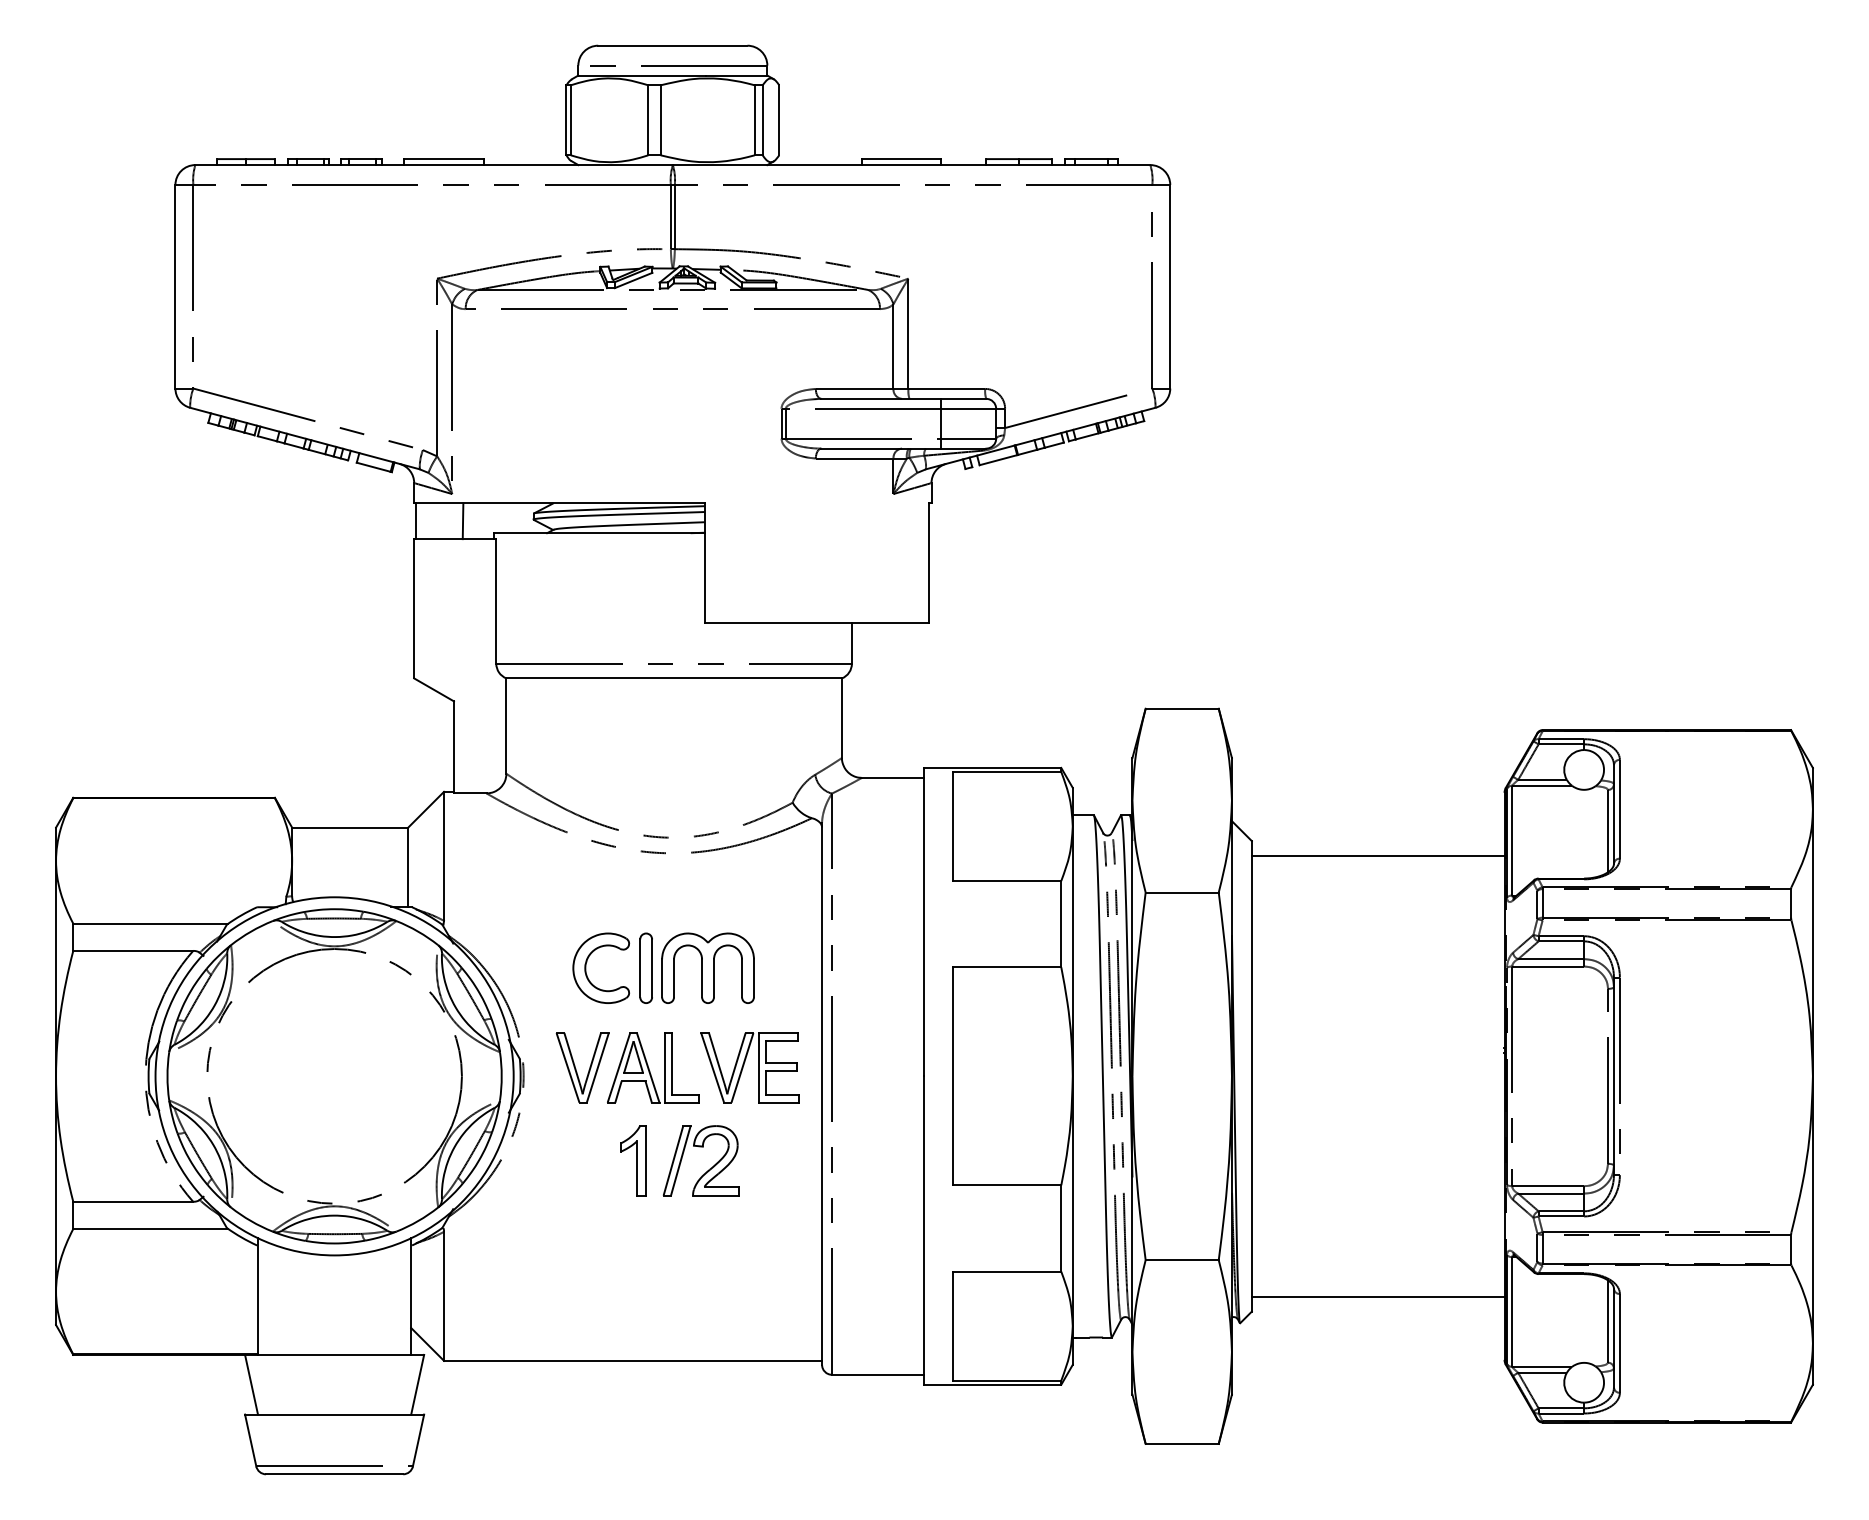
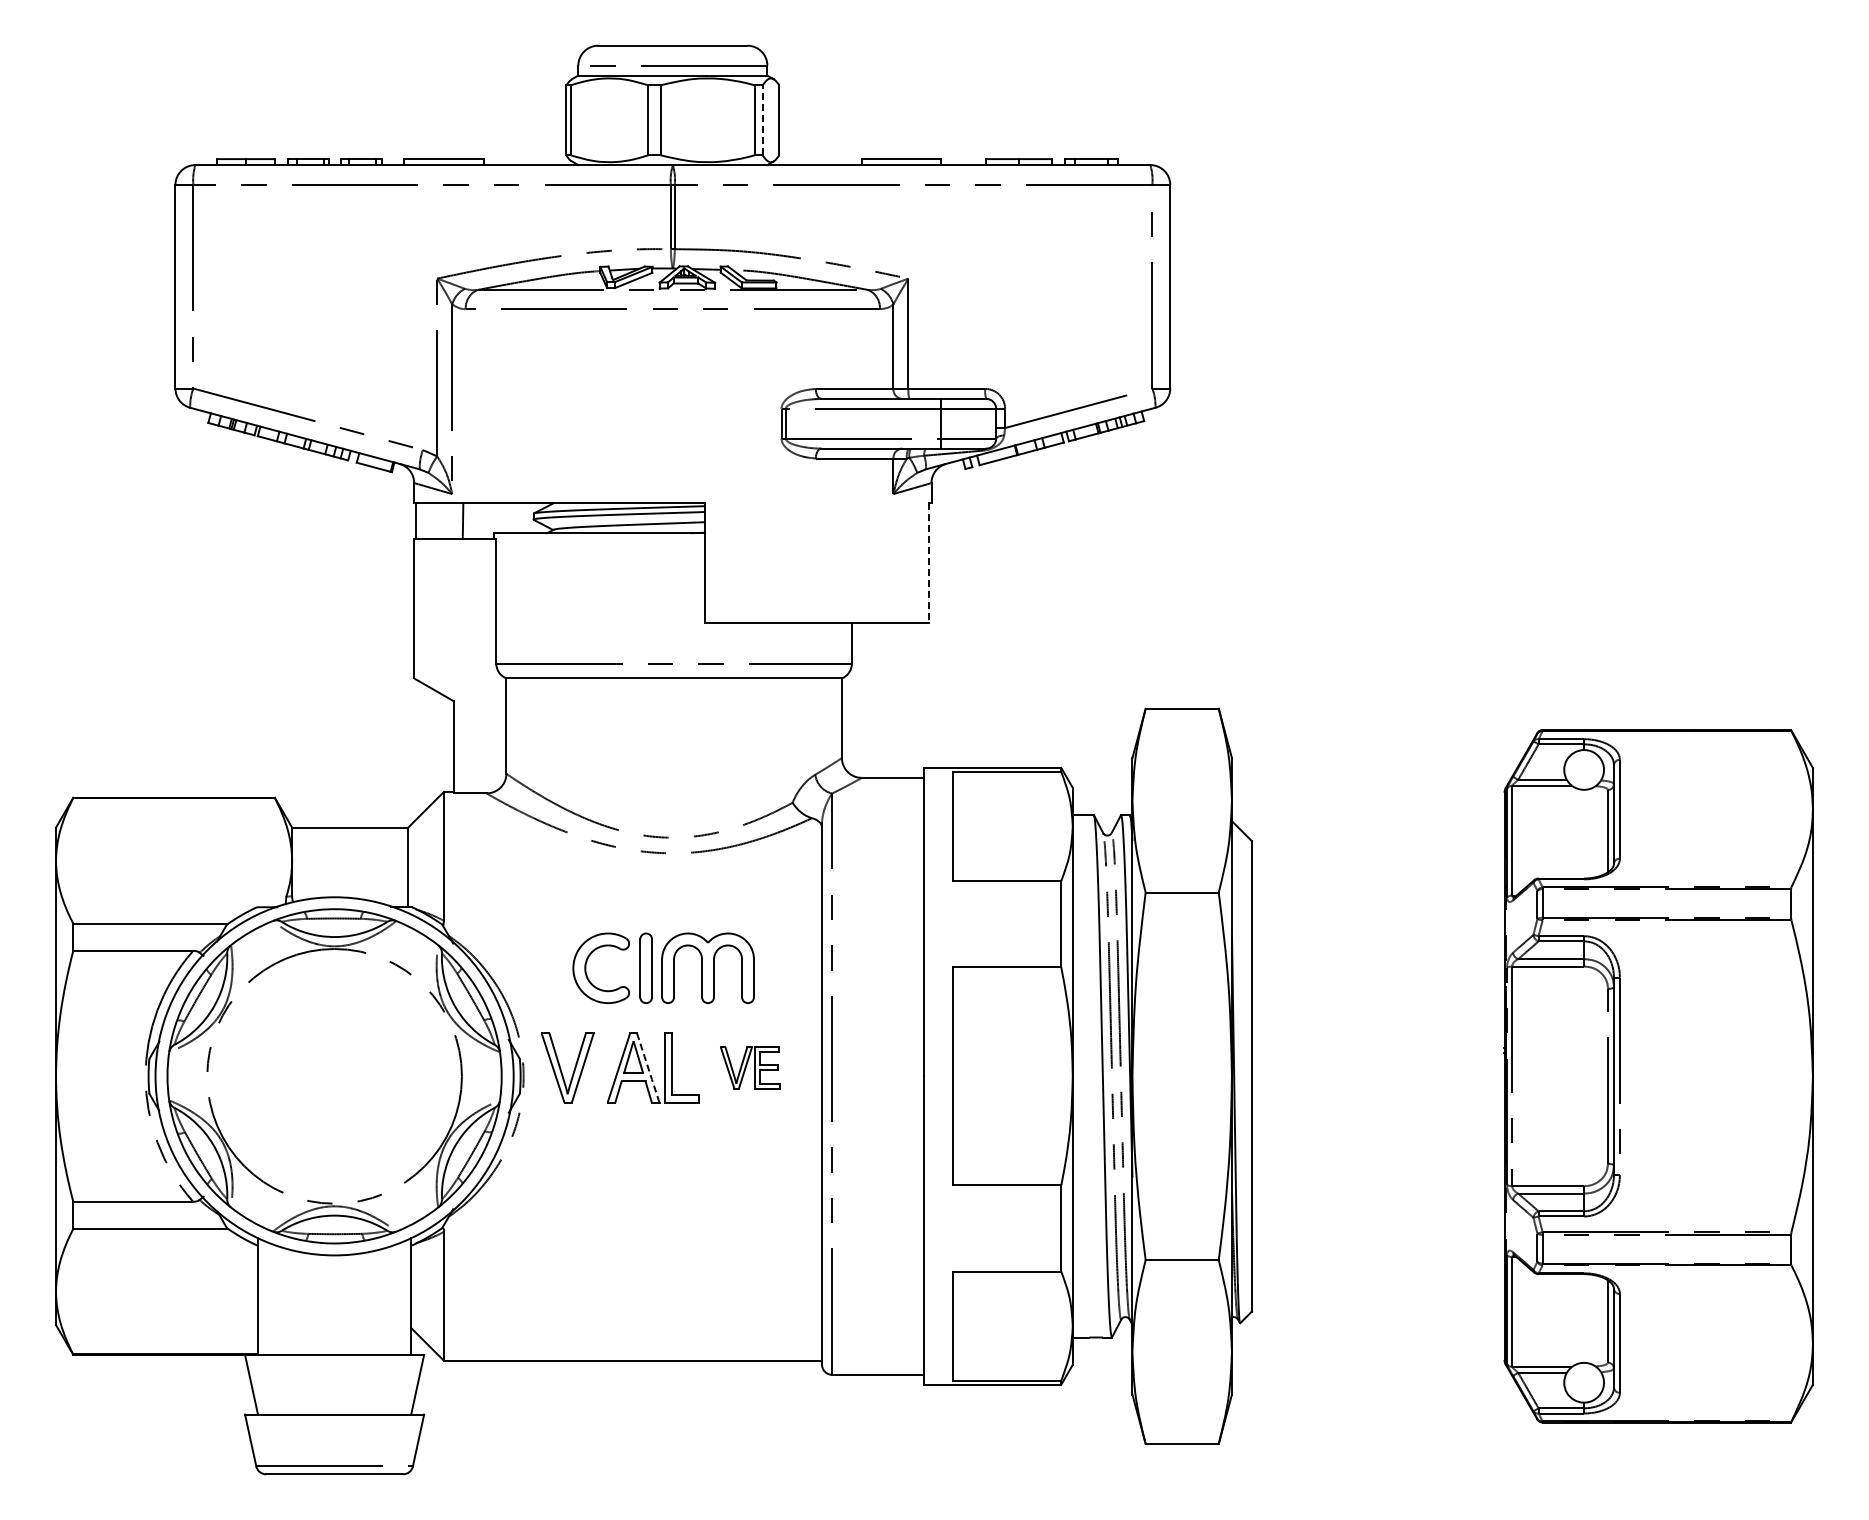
line at (762, 119): solid -> dashed
line at (929, 563): solid -> dashed
line at (1377, 855): present -> none
line at (648, 1067): solid -> dashed
part at (749, 1067) size: 100x72 px -> 61x44 px
part at (576, 1068) position: (576, 1068) -> (561, 1068)
part at (633, 1160): present -> none
part at (709, 1168): present -> none
line at (1377, 1297): present -> none
